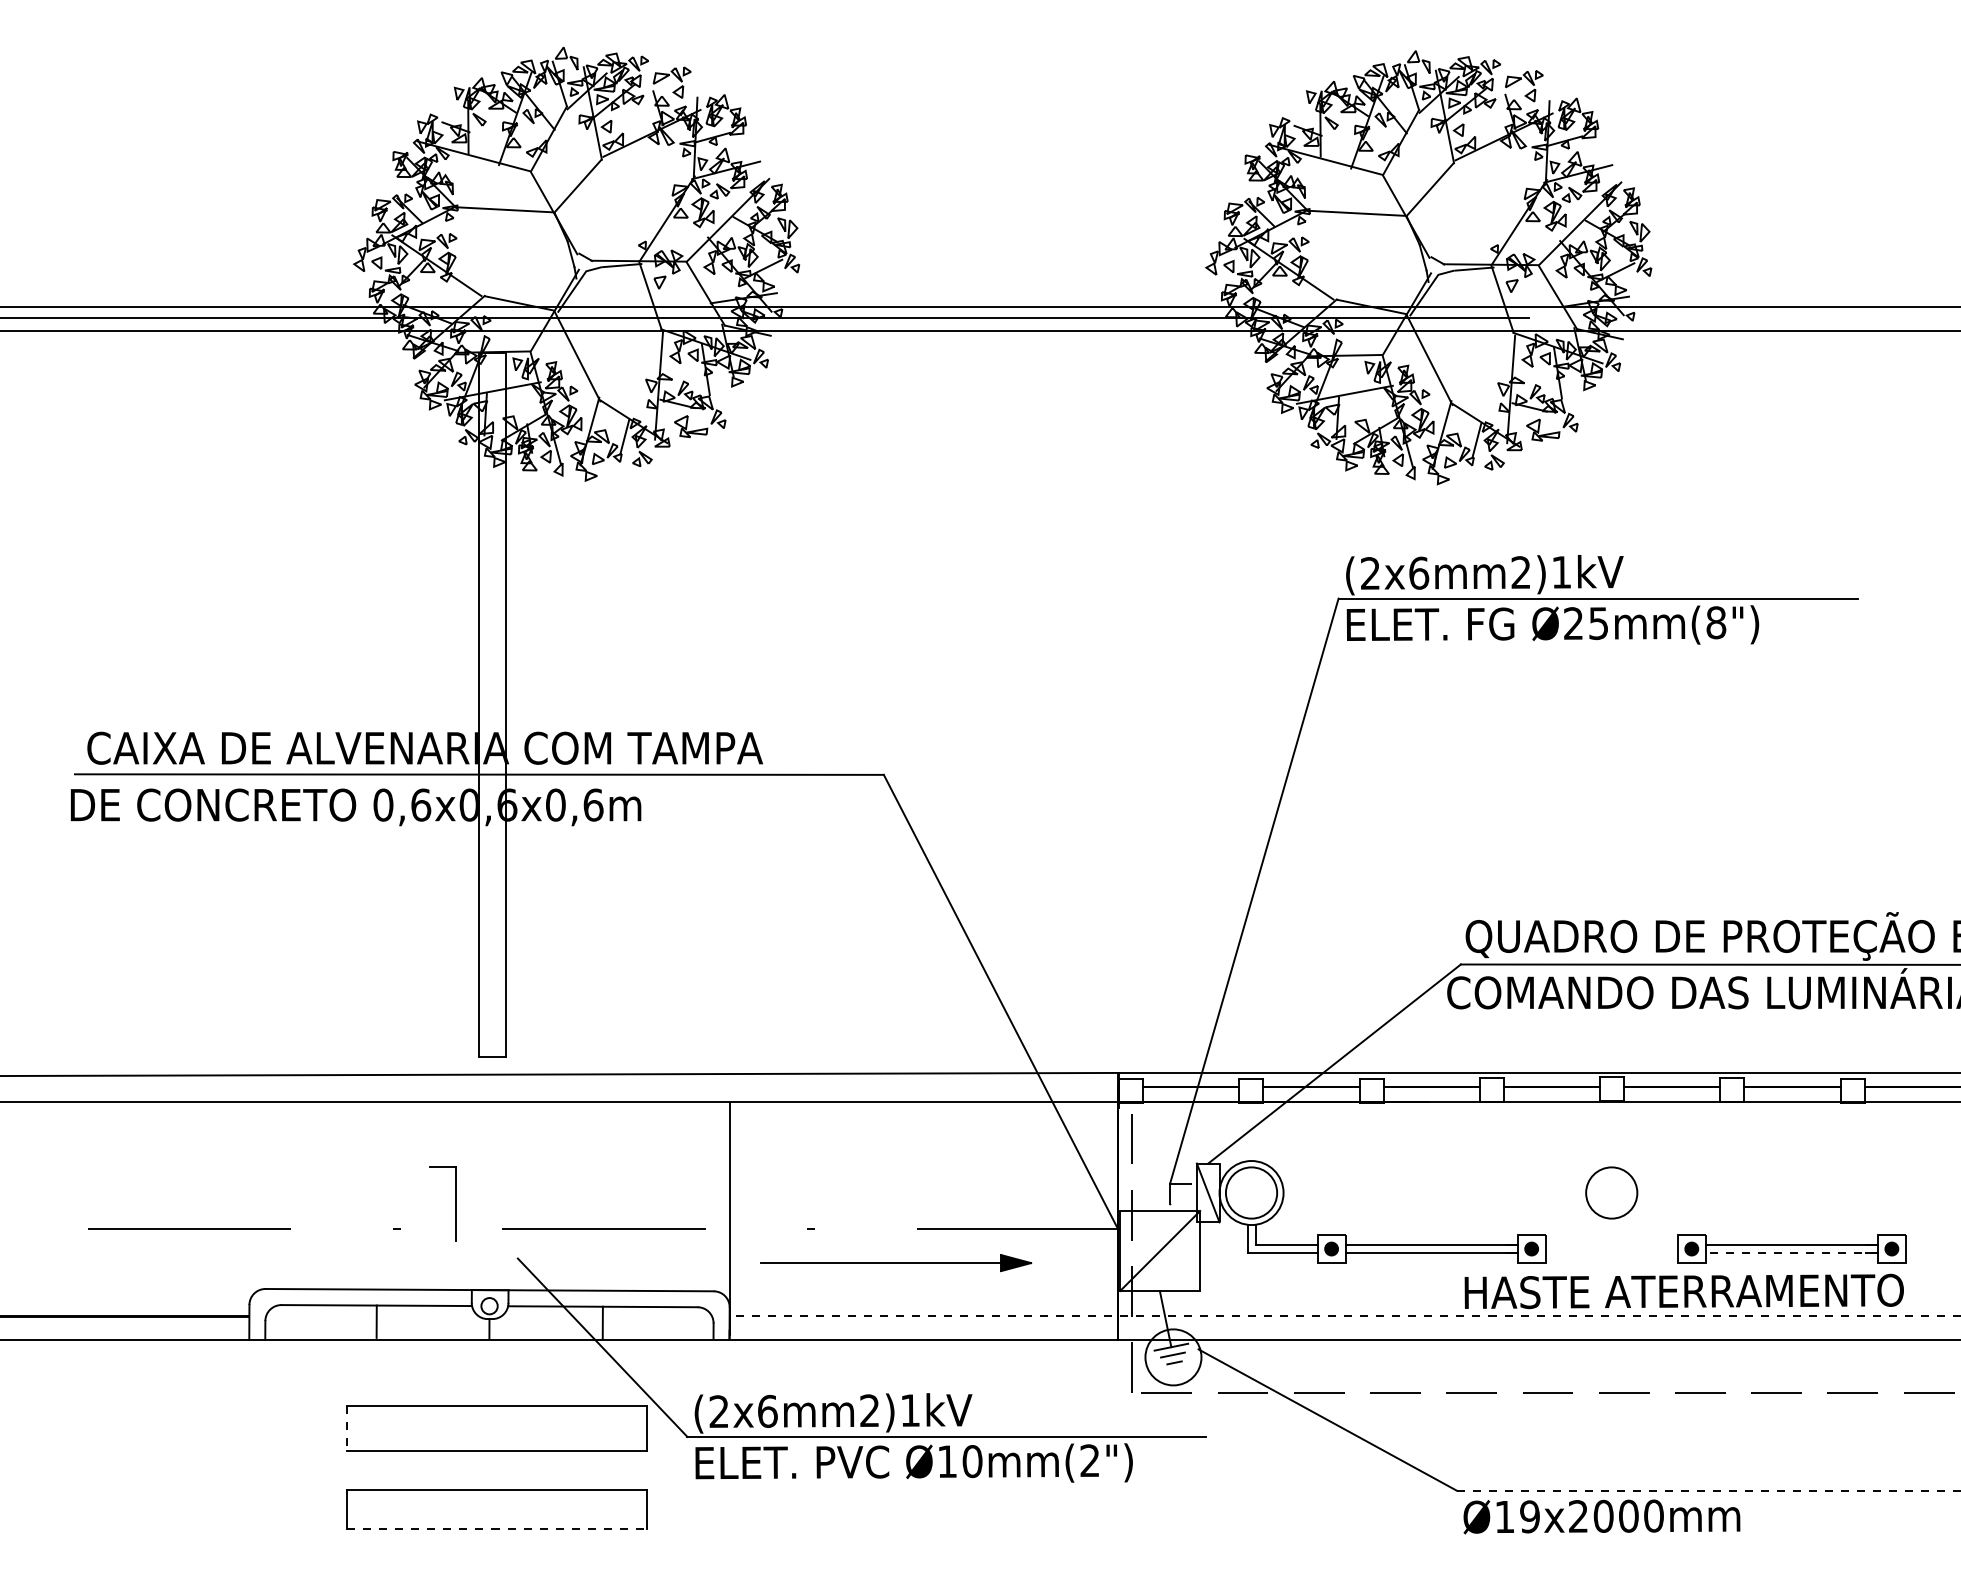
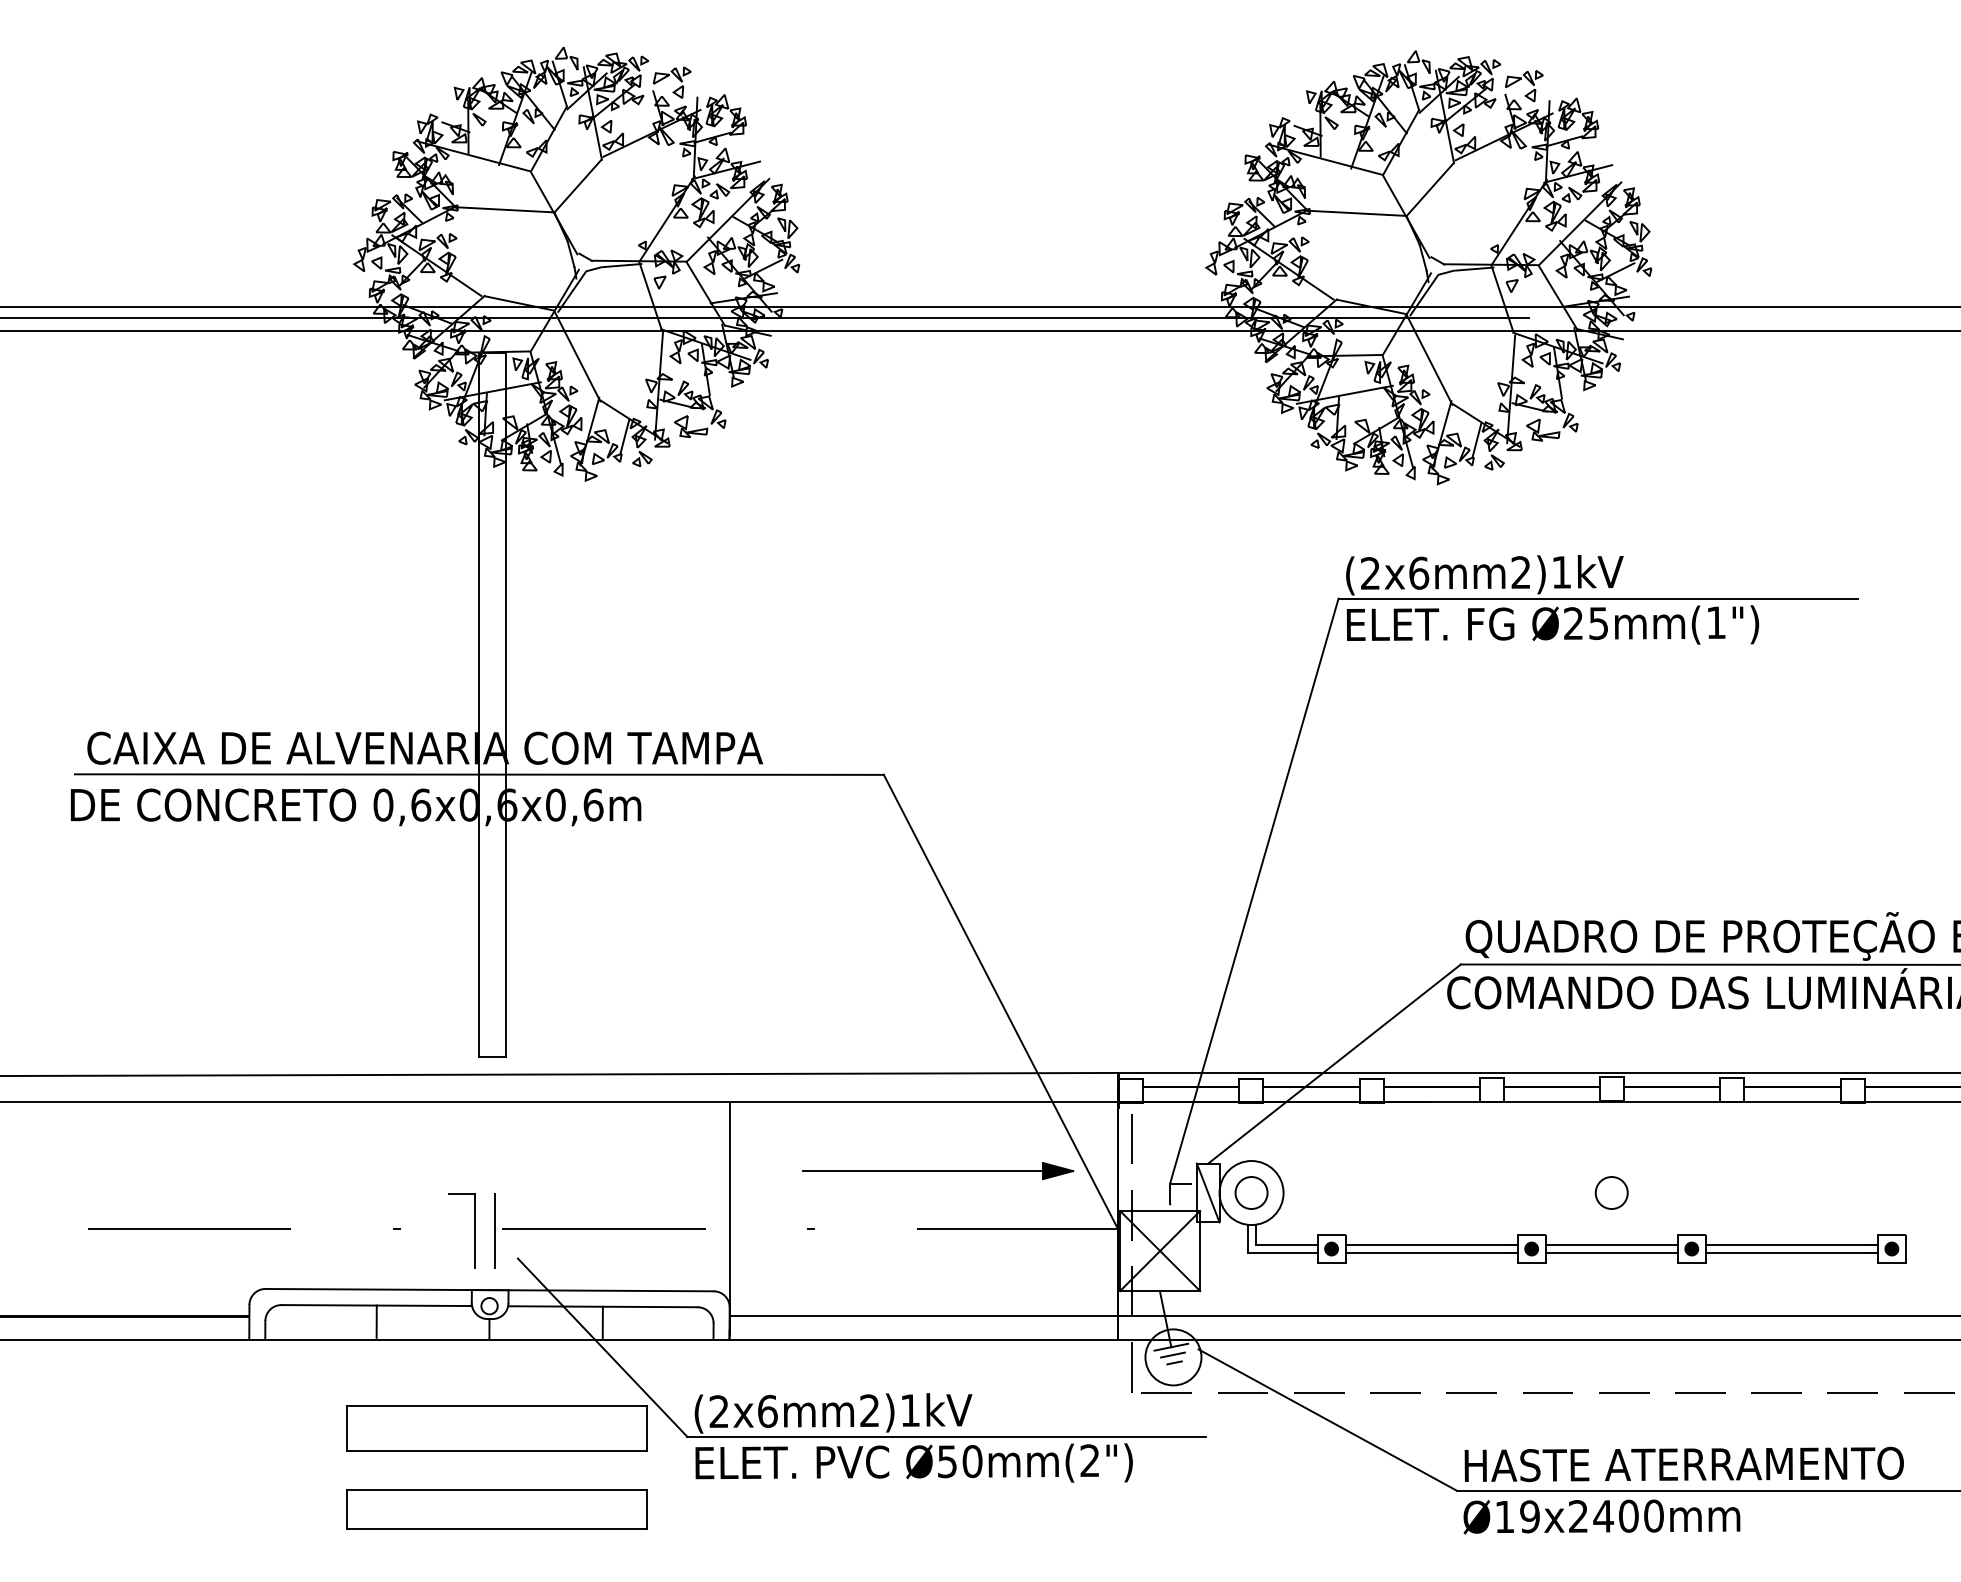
text at (1716, 622): Ø25mm(8") -> Ø25mm(1")
circle at (1251, 1192) diameter: 51 px -> 32 px
circle at (1611, 1192) diameter: 51 px -> 32 px
part at (455, 1203) position: (455, 1203) -> (474, 1230)
line at (495, 1230): none -> present
line at (1611, 1245): none -> present
line at (1160, 1251): none -> present
line at (1611, 1253): none -> present
line at (1791, 1253): dashed -> solid
part at (896, 1263) position: (896, 1263) -> (938, 1171)
text at (1683, 1291) position: (1683, 1291) -> (1683, 1464)
line at (1345, 1316): dashed -> solid
line at (347, 1429): dashed -> solid
text at (947, 1461): Ø10mm(2") -> Ø50mm(2")
line at (1708, 1490): dashed -> solid
text at (1603, 1515): Ø19x2000mm -> Ø19x2400mm
line at (497, 1529): dashed -> solid
